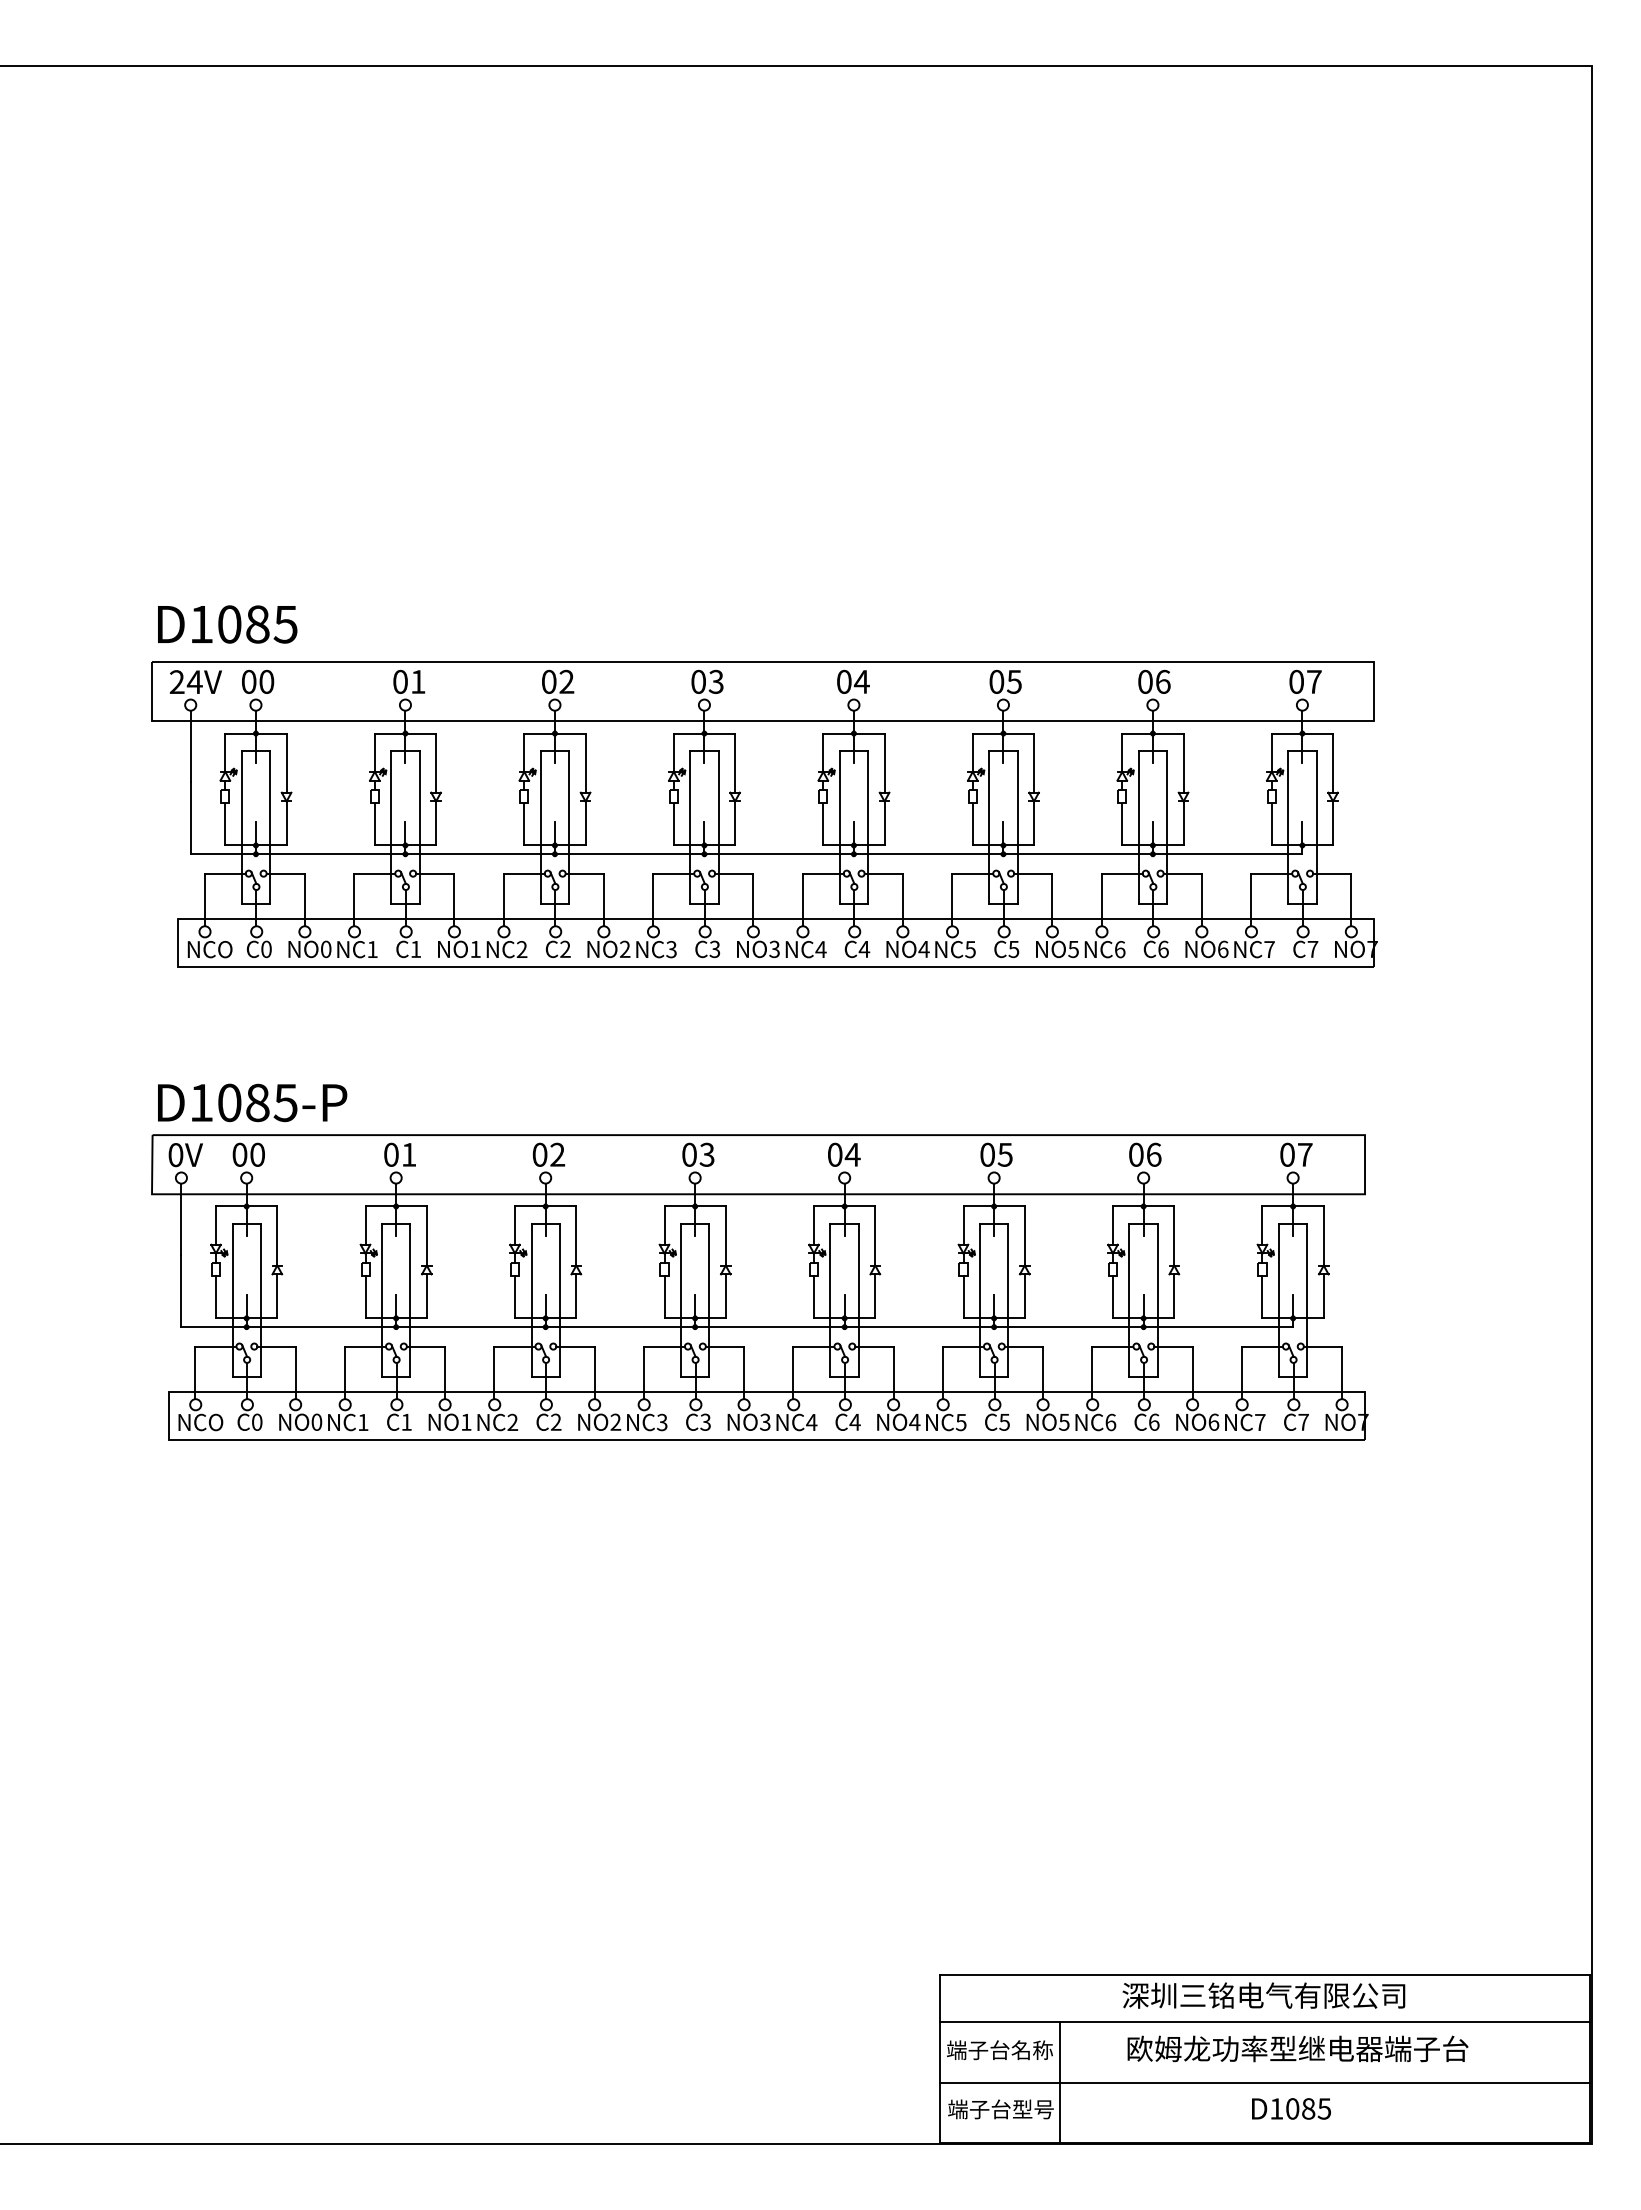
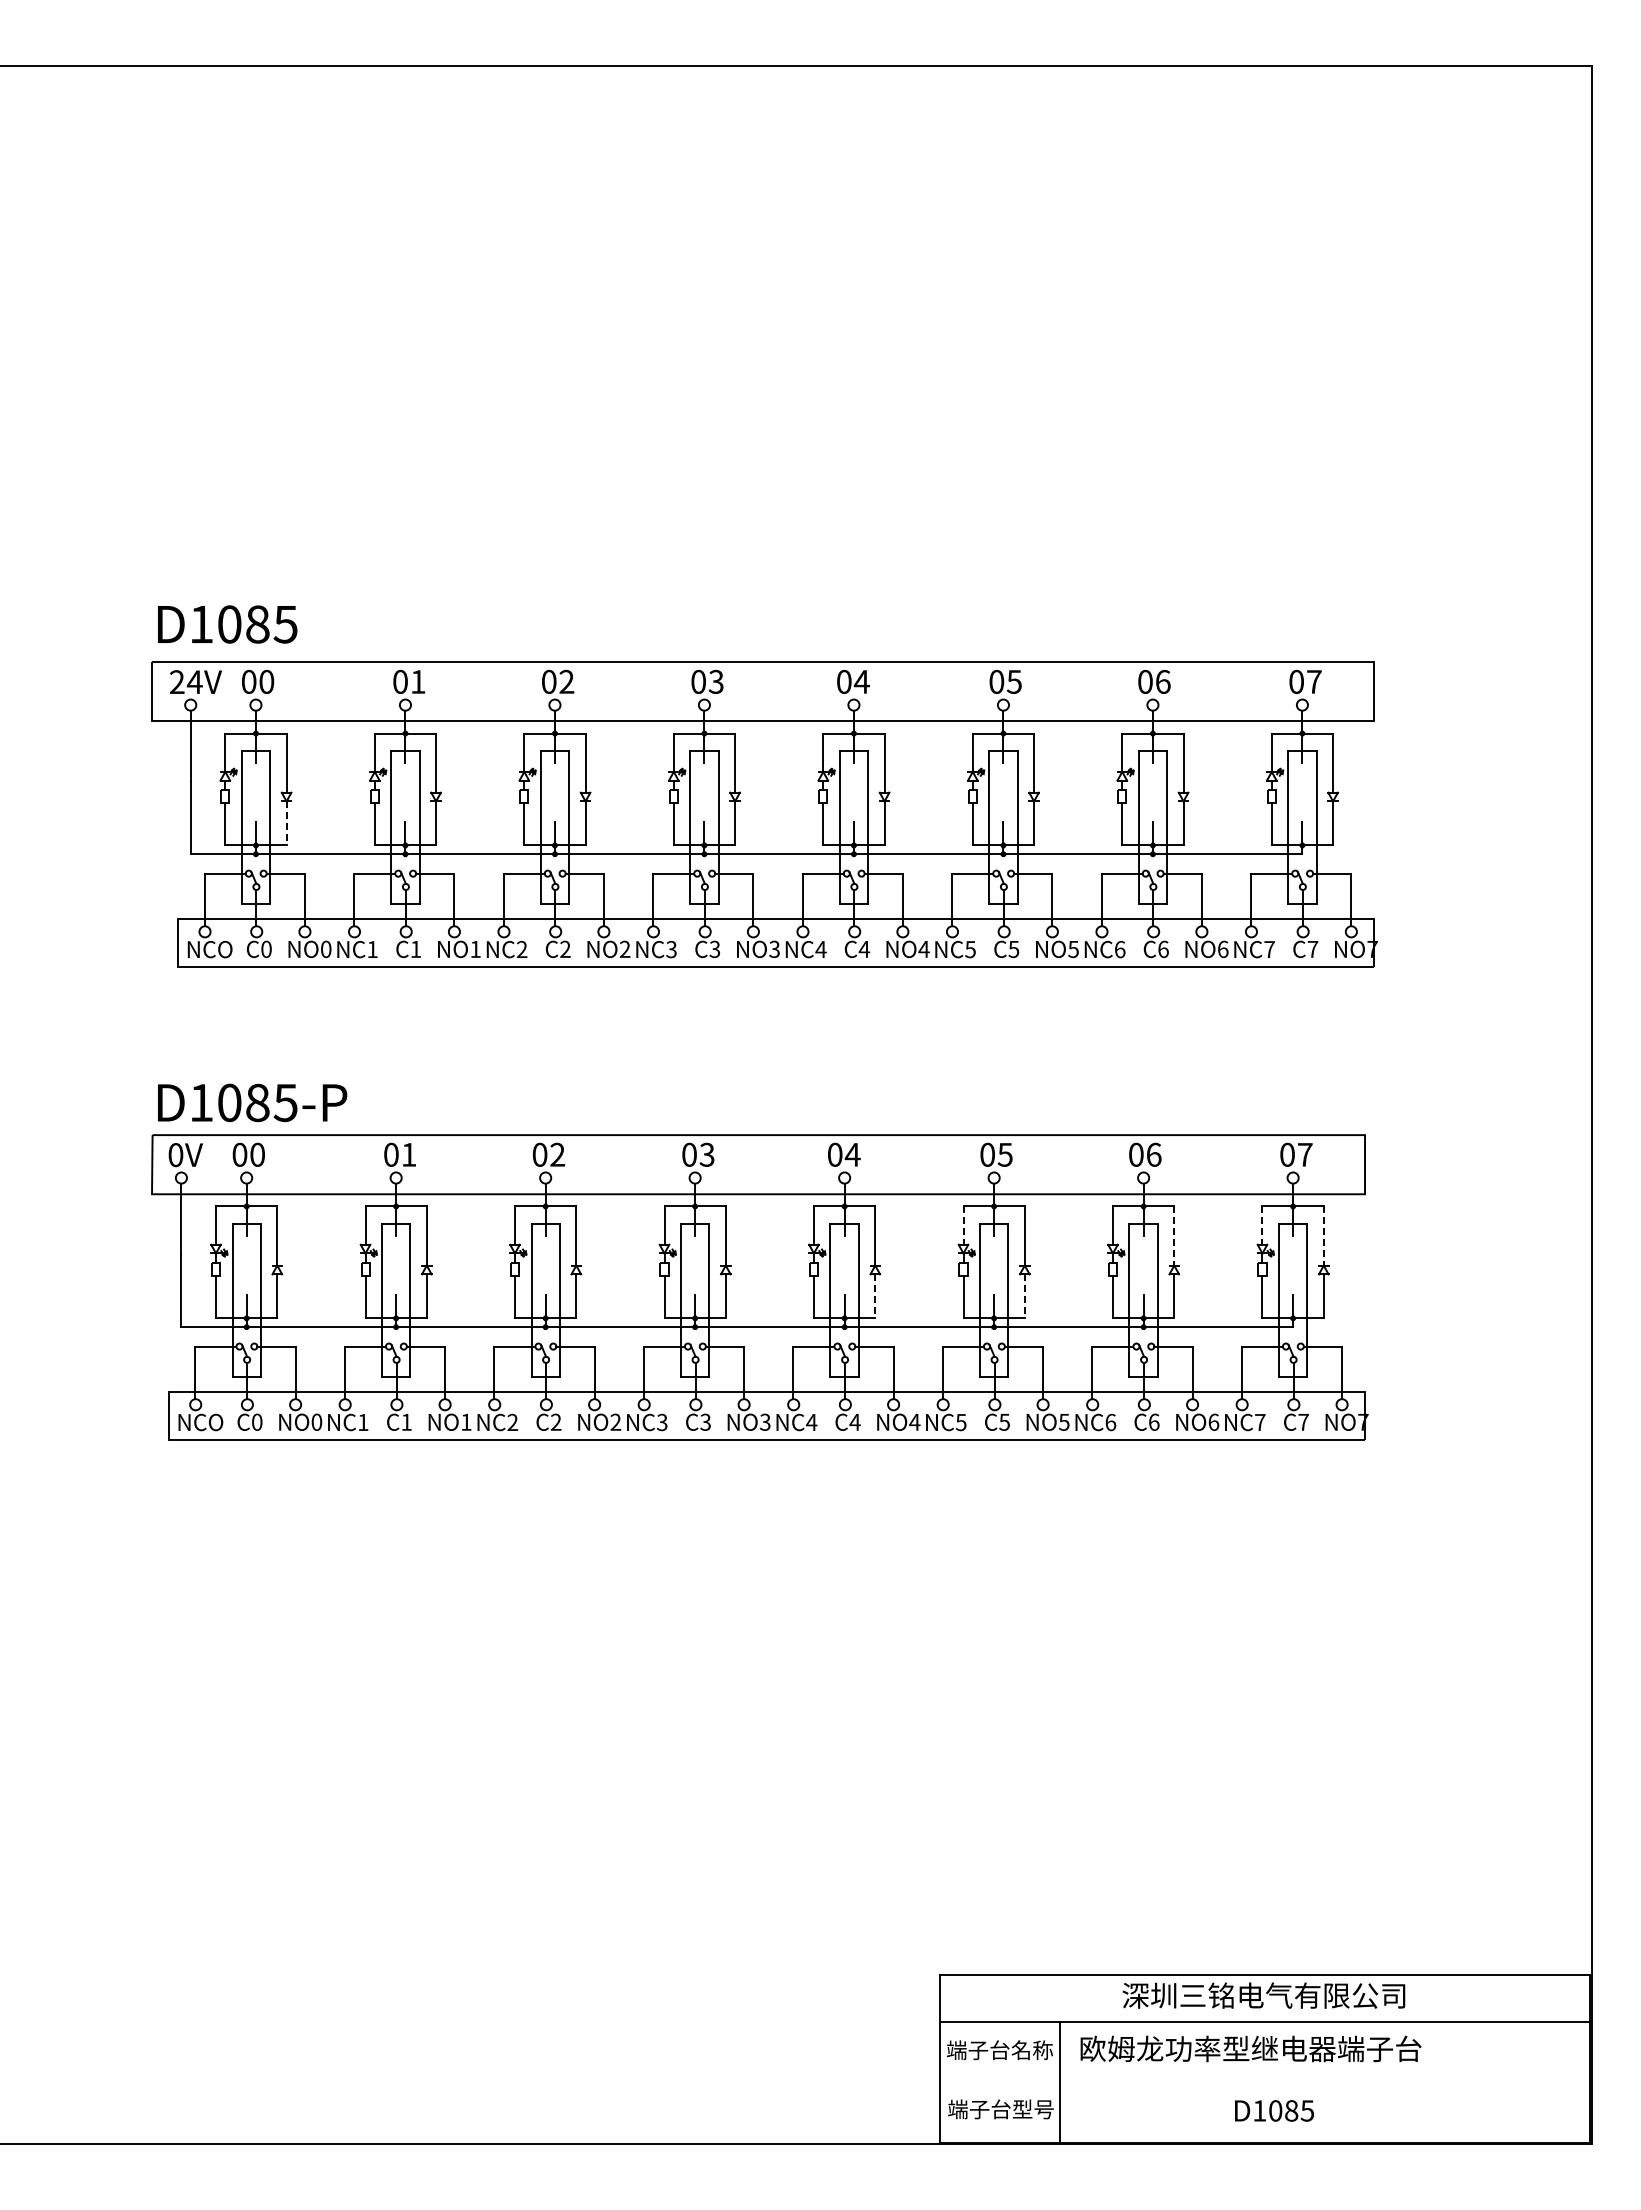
line at (286, 823): solid -> dashed
line at (963, 1226): solid -> dashed
line at (1262, 1226): solid -> dashed
line at (1174, 1236): solid -> dashed
line at (1323, 1236): solid -> dashed
line at (875, 1296): solid -> dashed
line at (1024, 1296): solid -> dashed
text at (1297, 2048) position: (1297, 2048) -> (1250, 2048)
line at (1264, 2082): present -> none
text at (1291, 2108) position: (1291, 2108) -> (1274, 2110)
